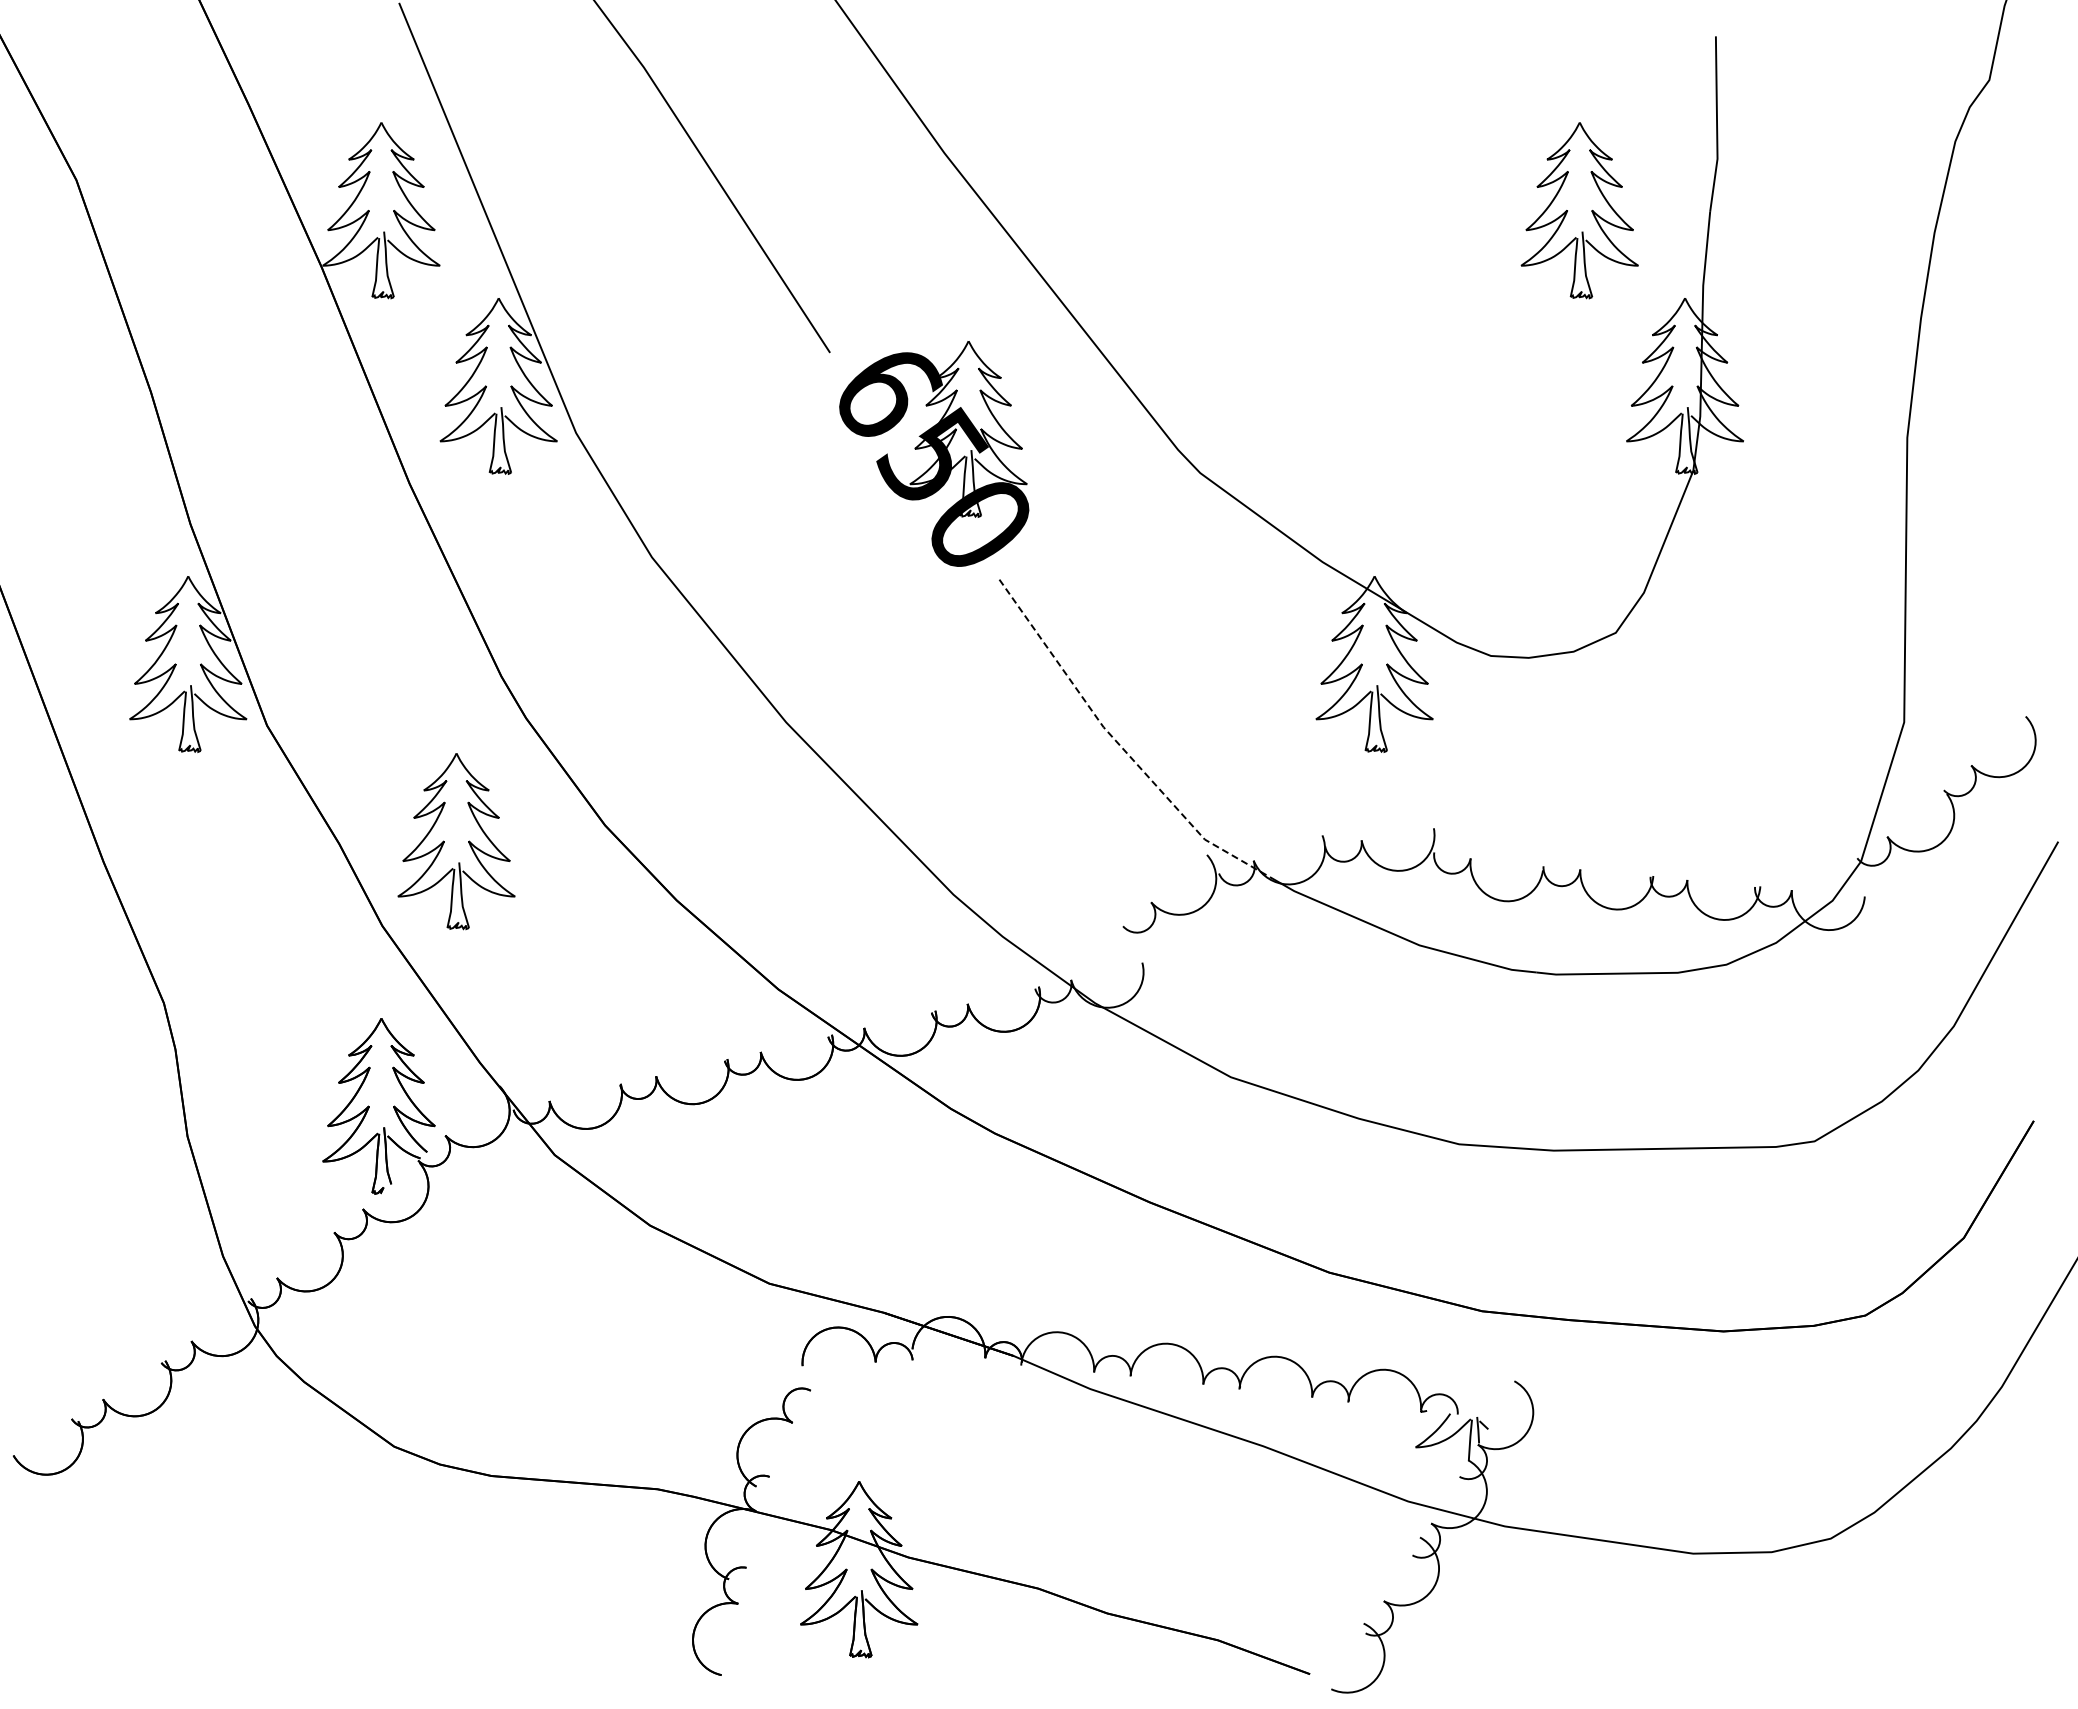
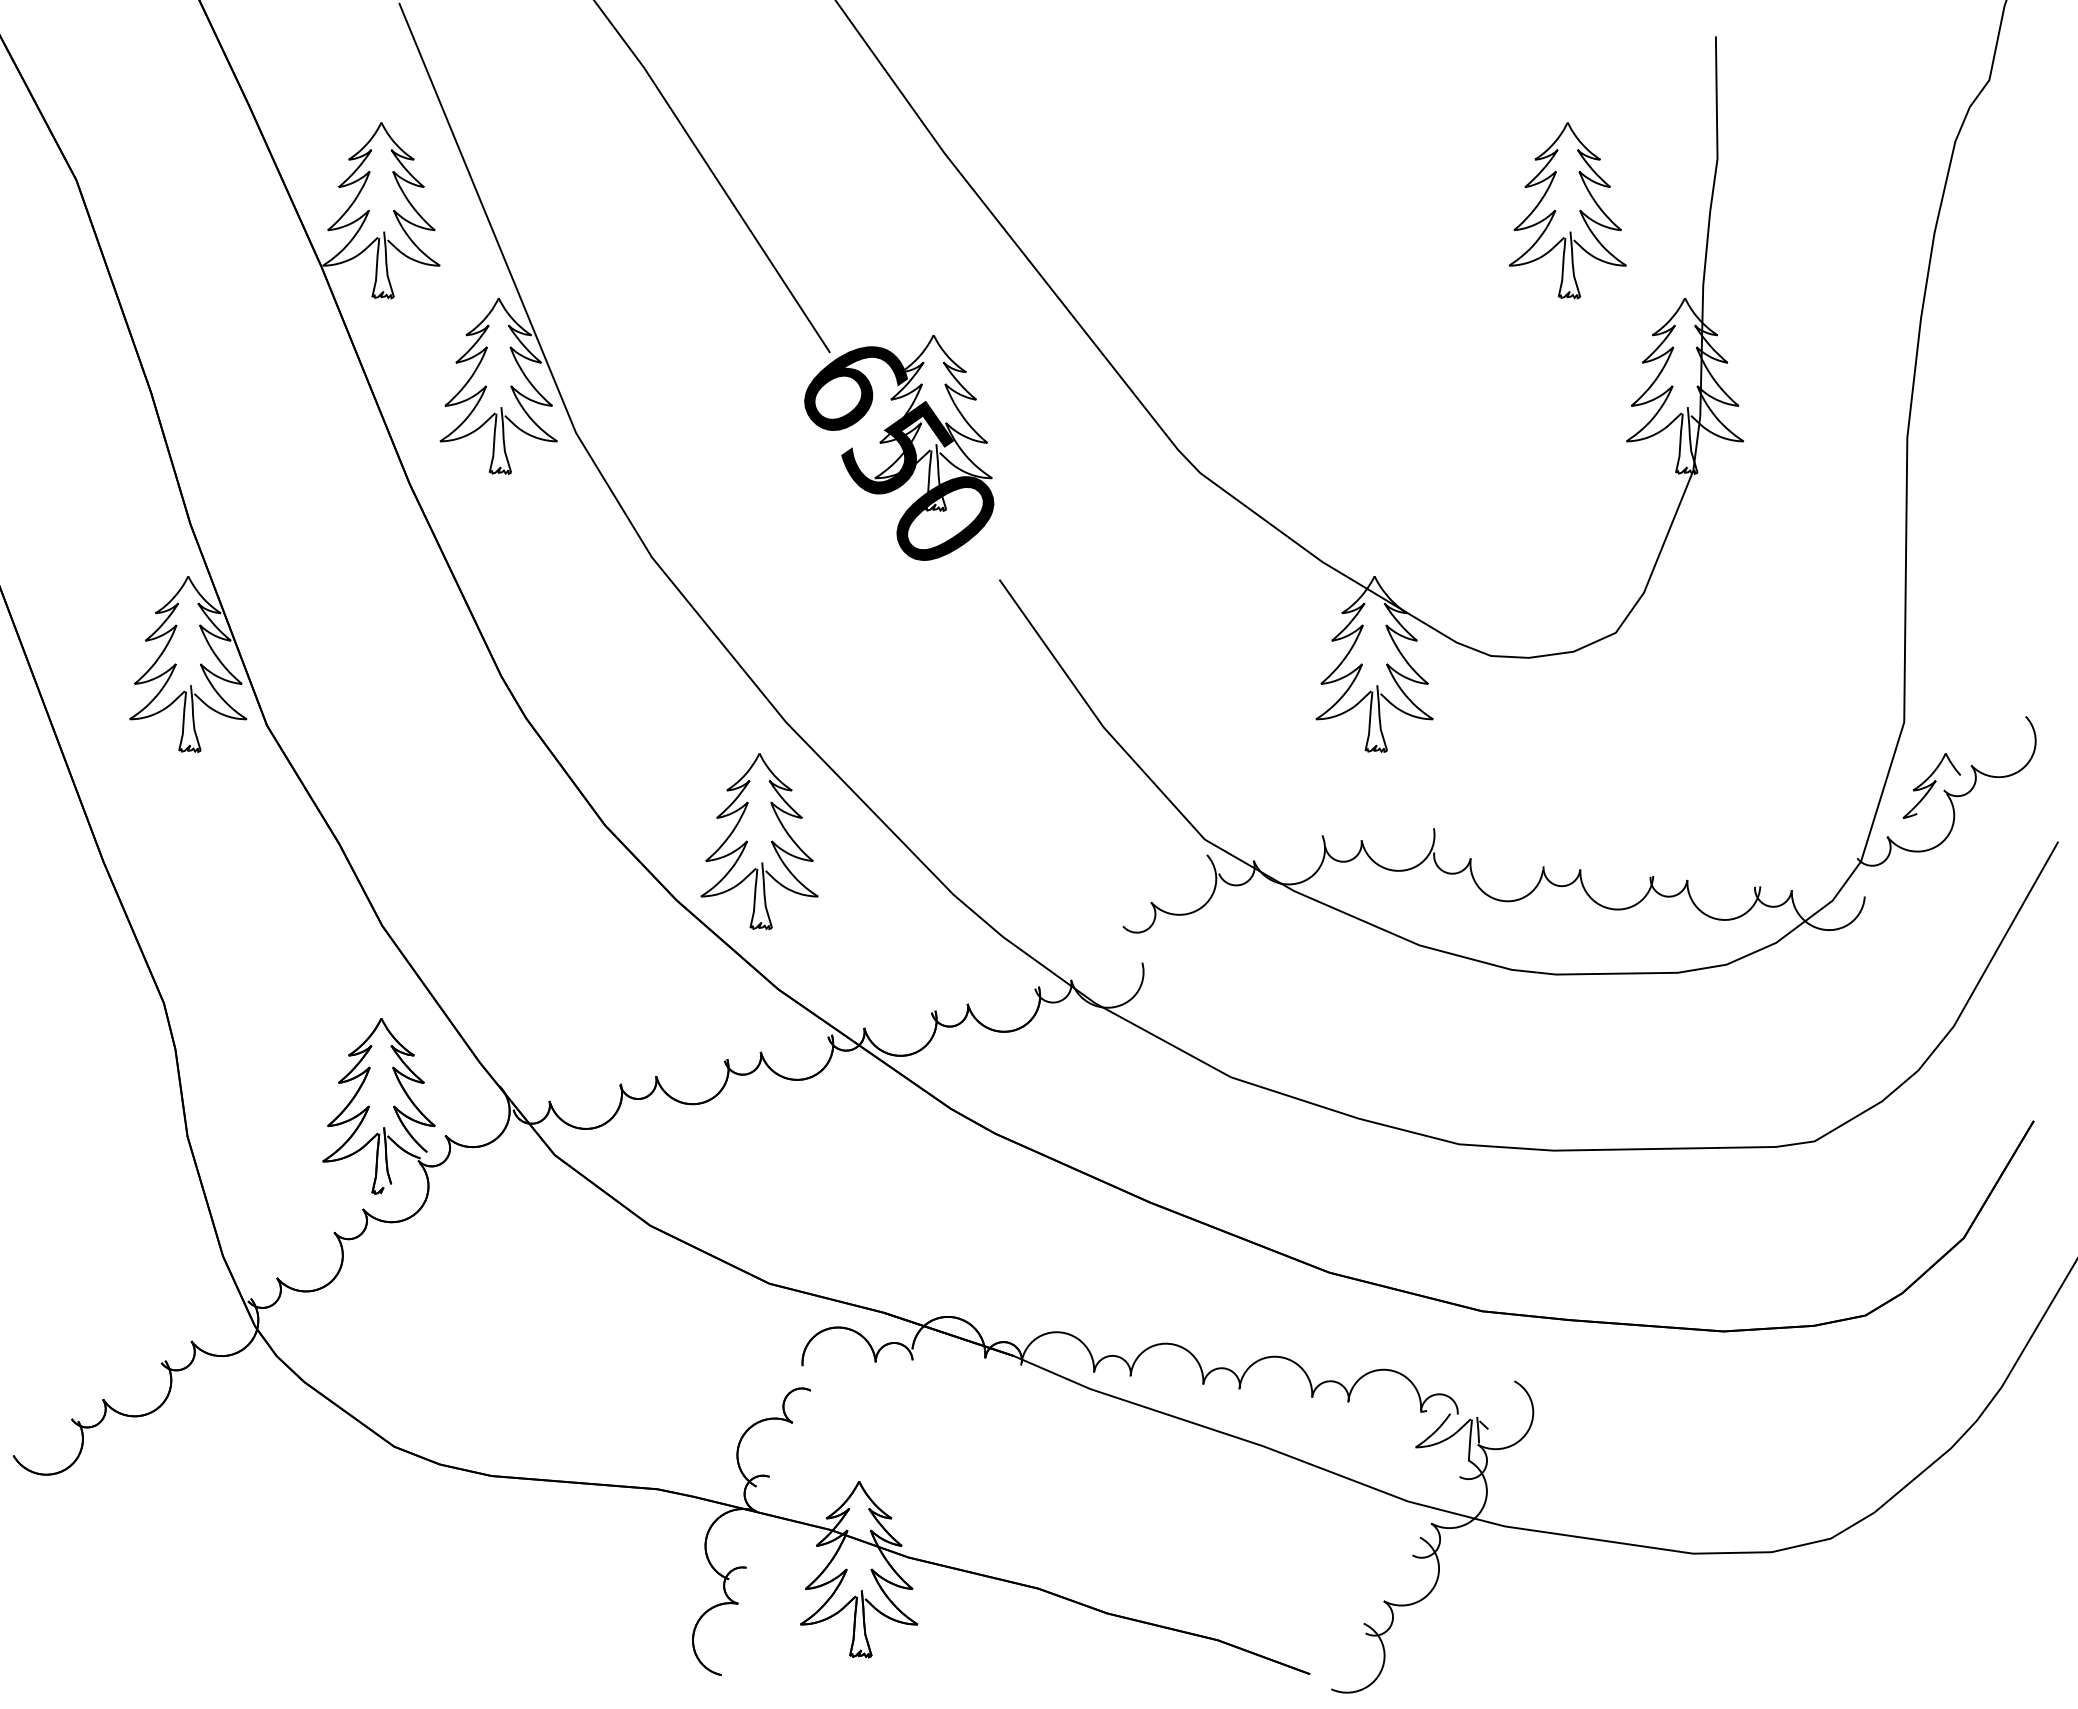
part at (1579, 210) position: (1579, 210) -> (1567, 210)
part at (934, 453) position: (934, 453) -> (899, 447)
line at (1119, 745): dashed -> solid
part at (1931, 785): none -> present
part at (456, 841) position: (456, 841) -> (759, 841)
